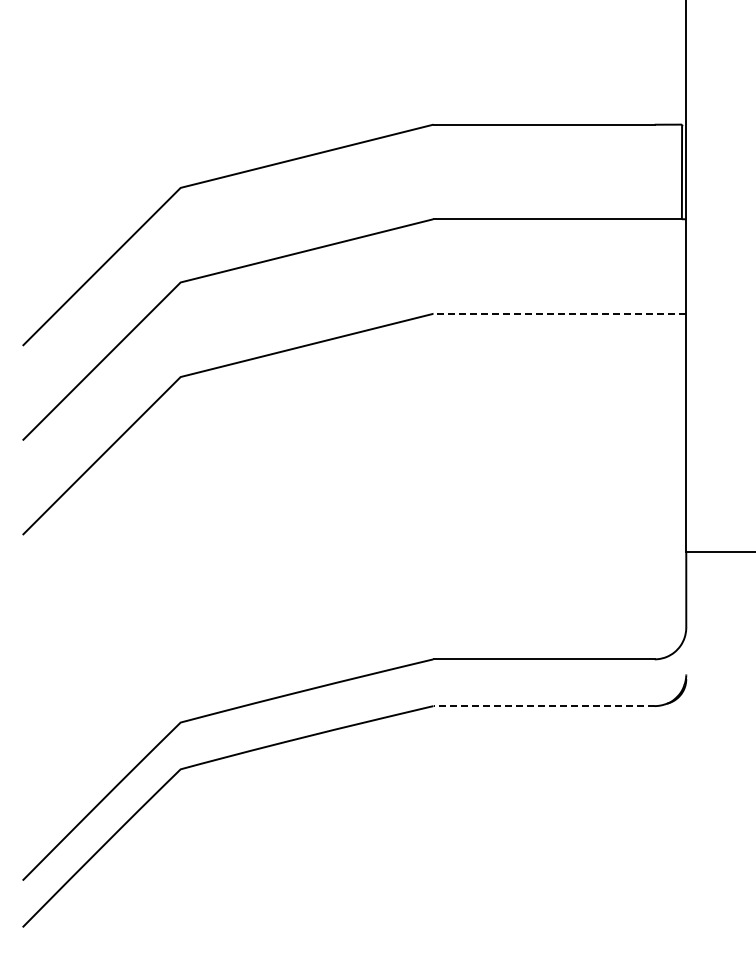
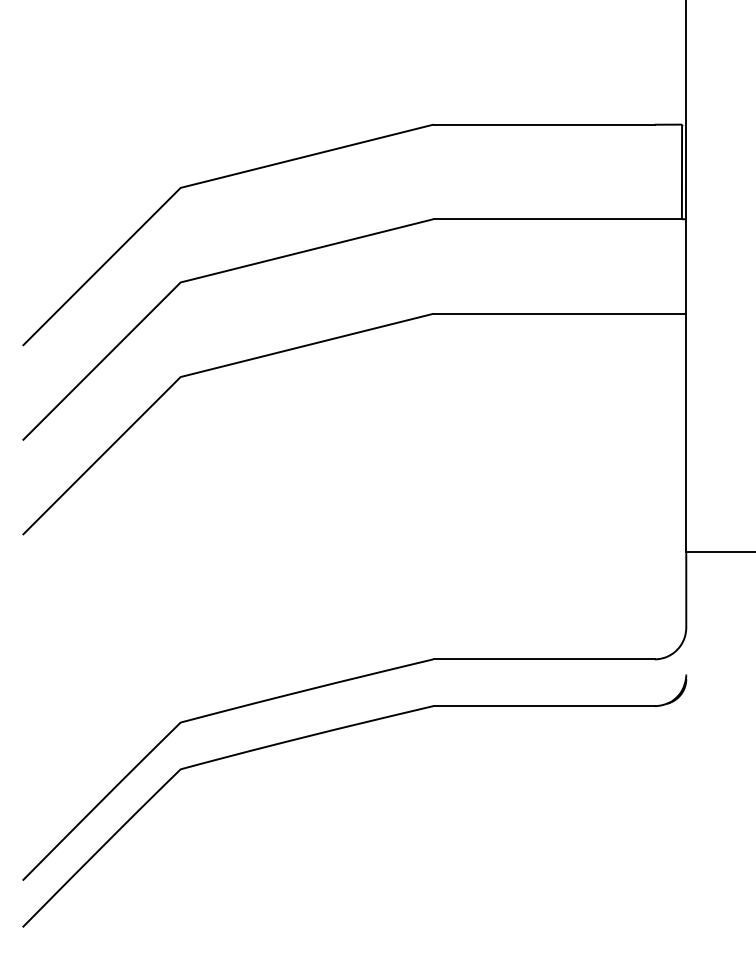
line at (559, 313): dashed -> solid
line at (544, 706): dashed -> solid
